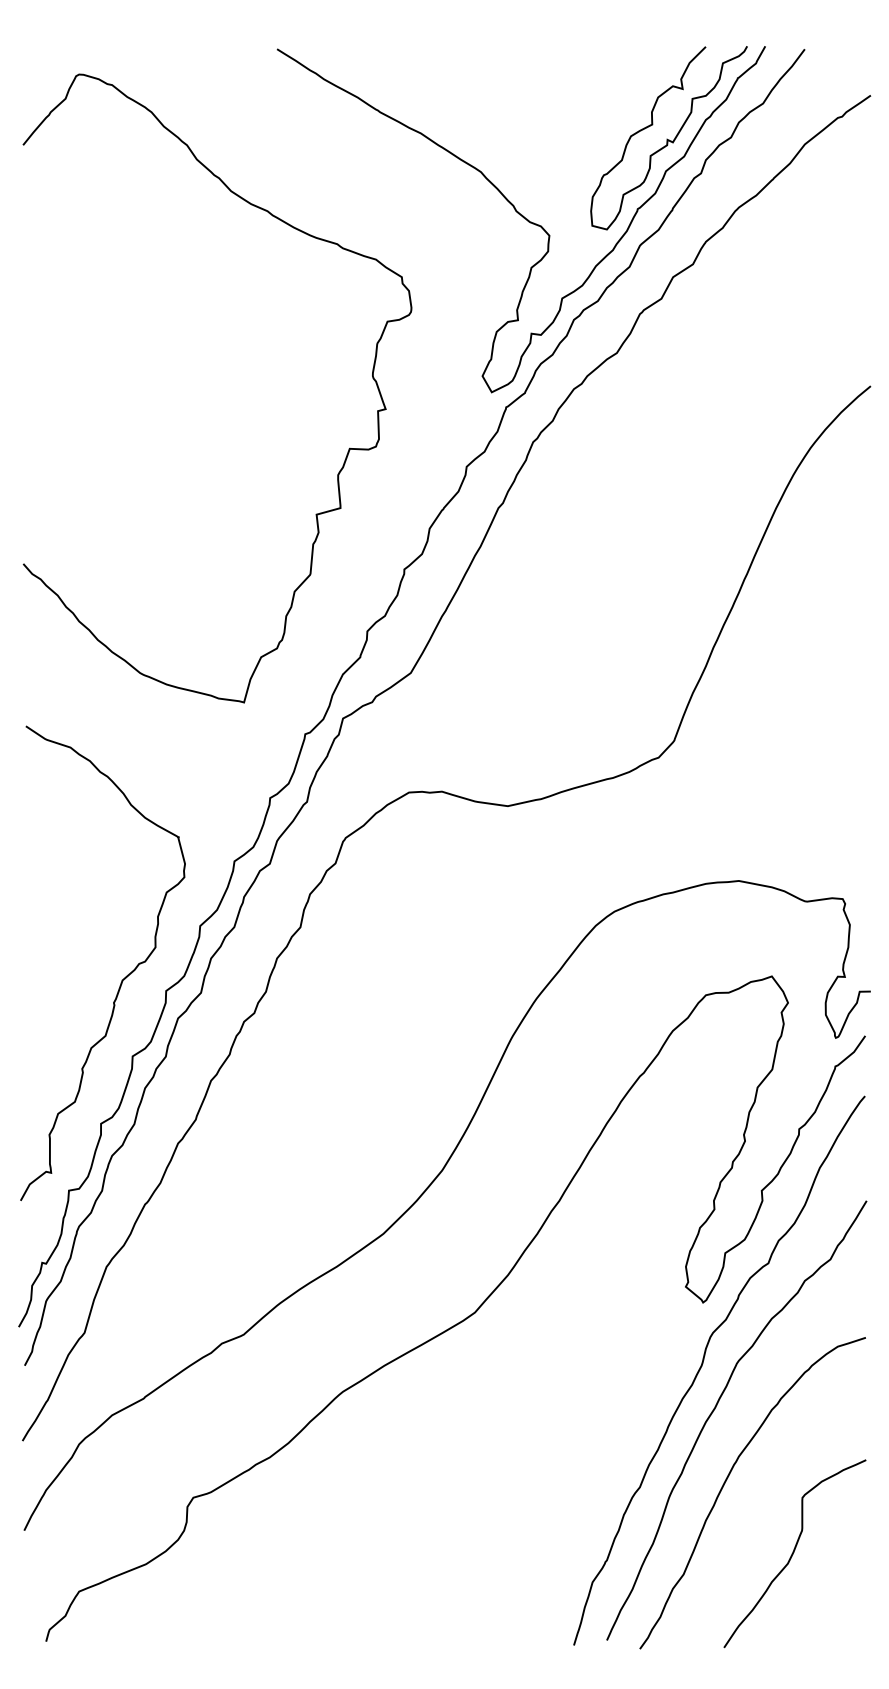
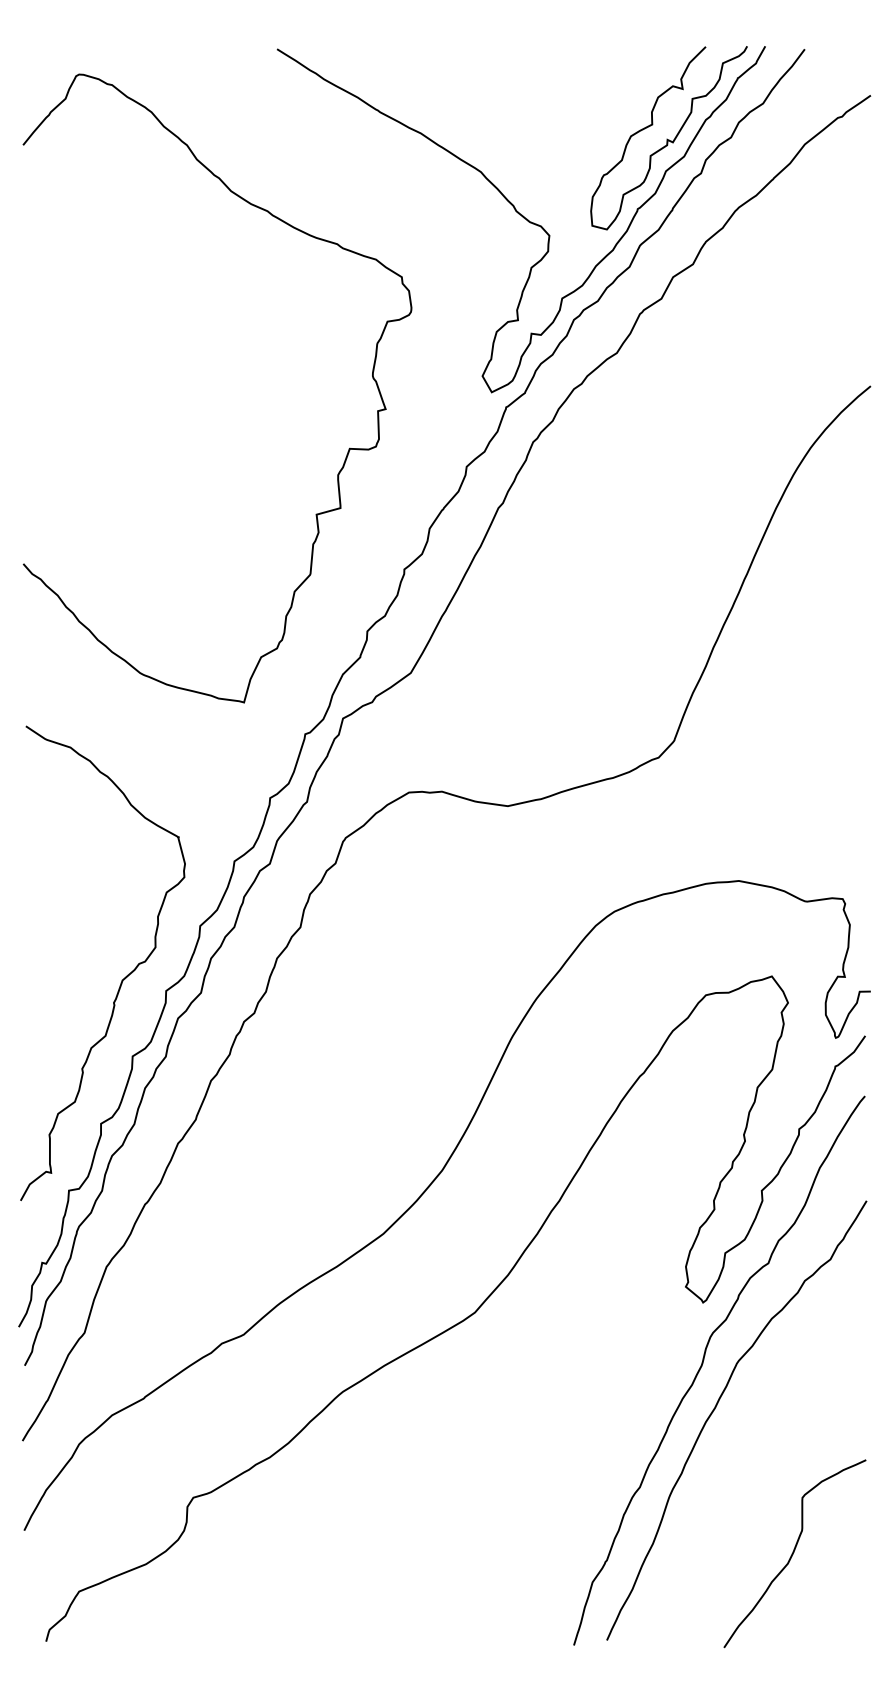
curve at (729, 1476): present -> none
